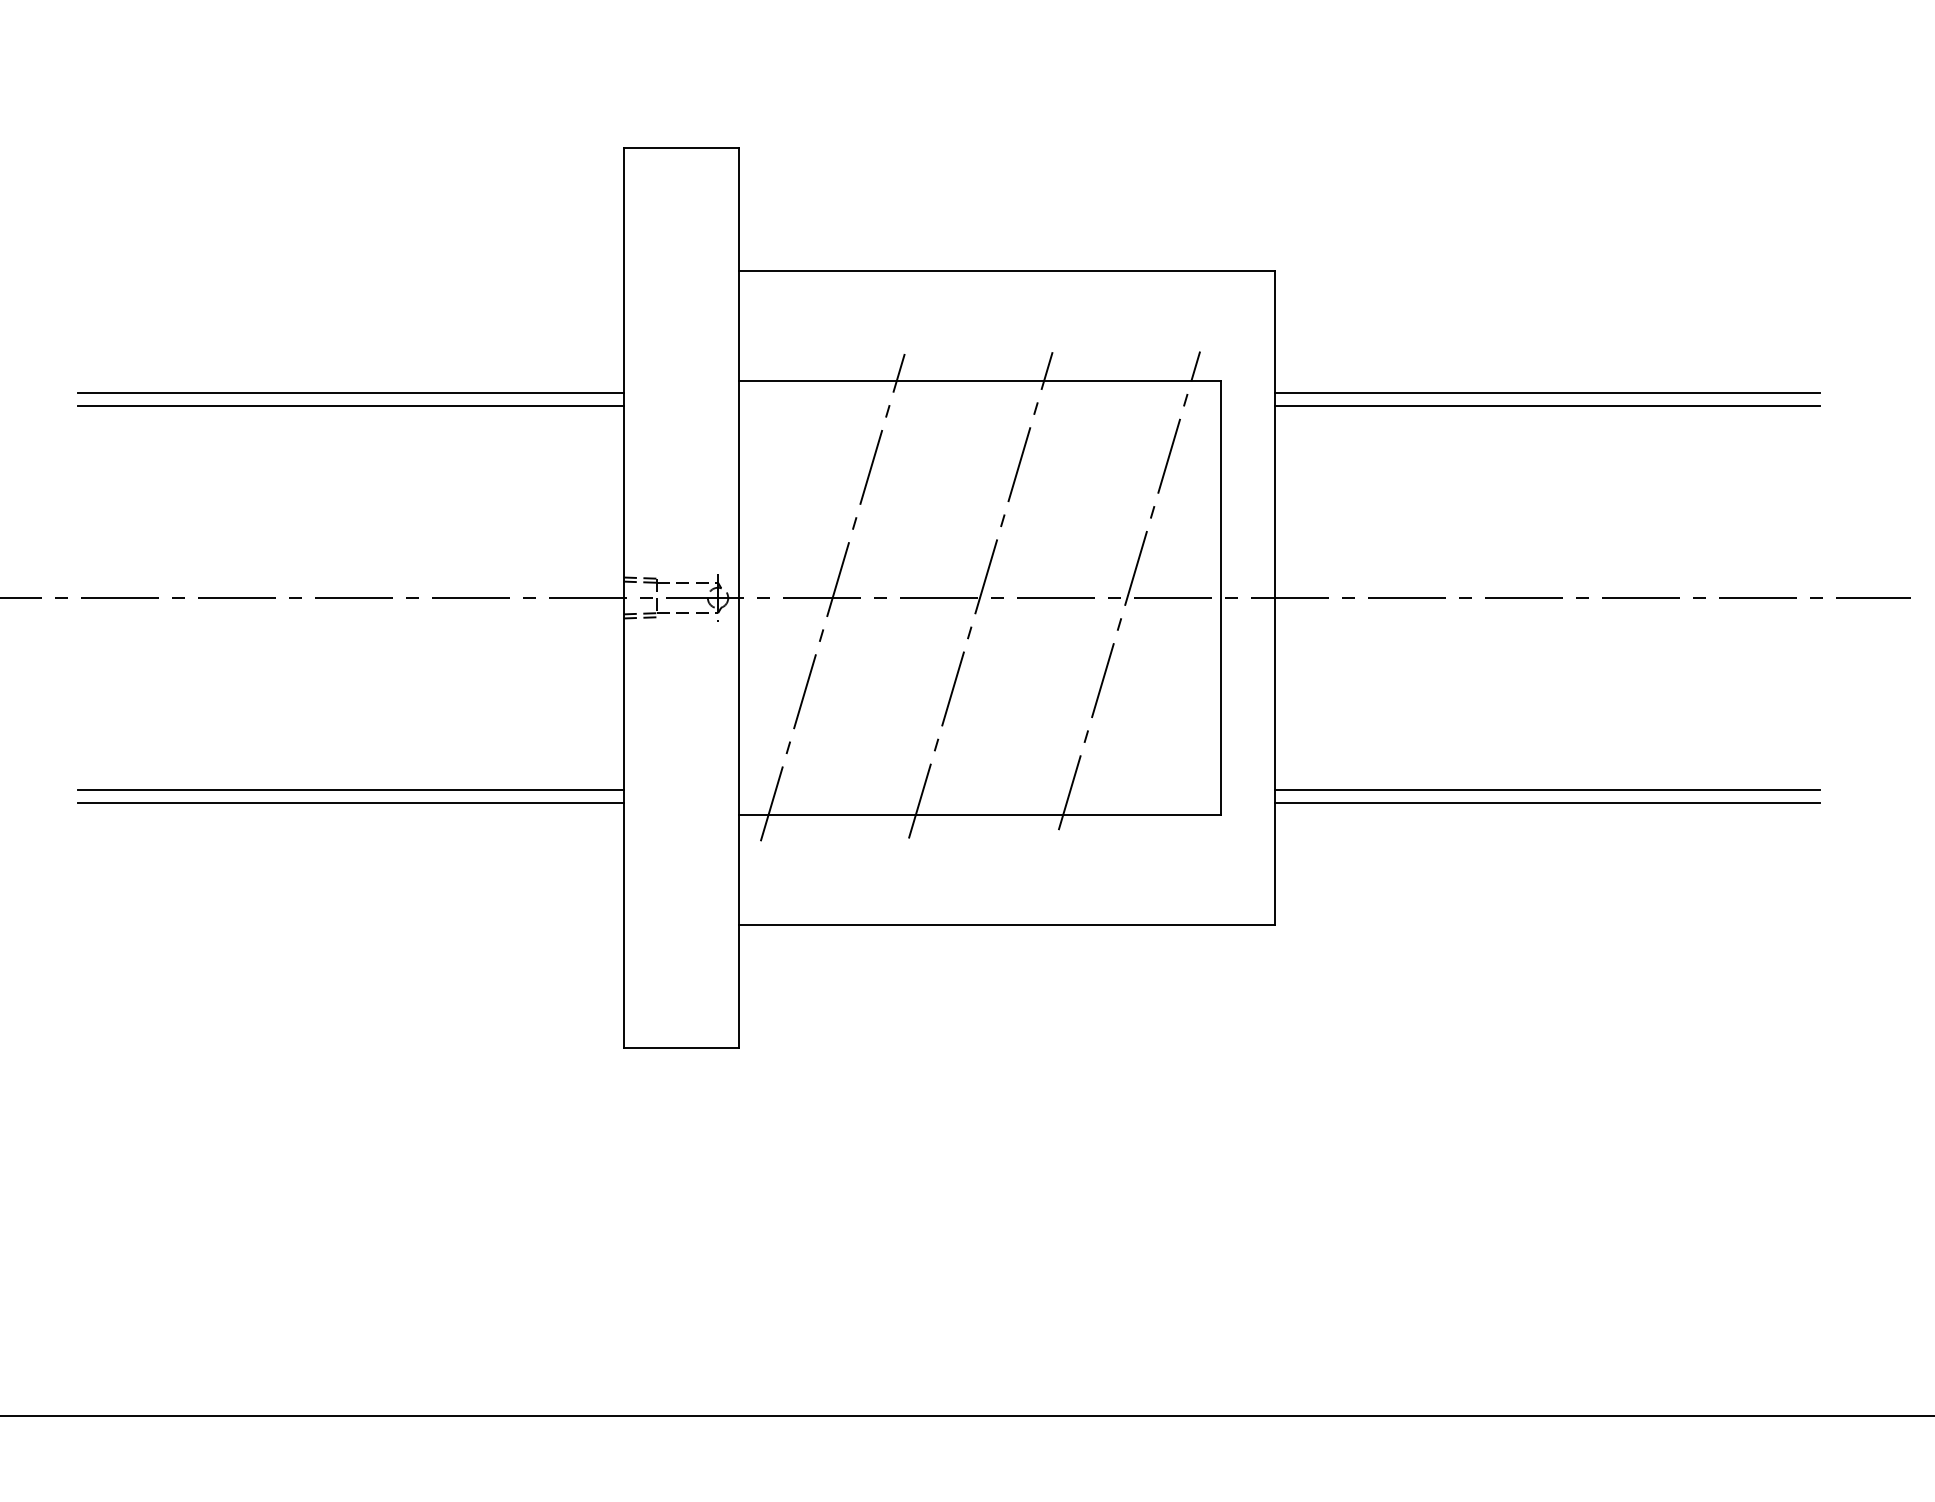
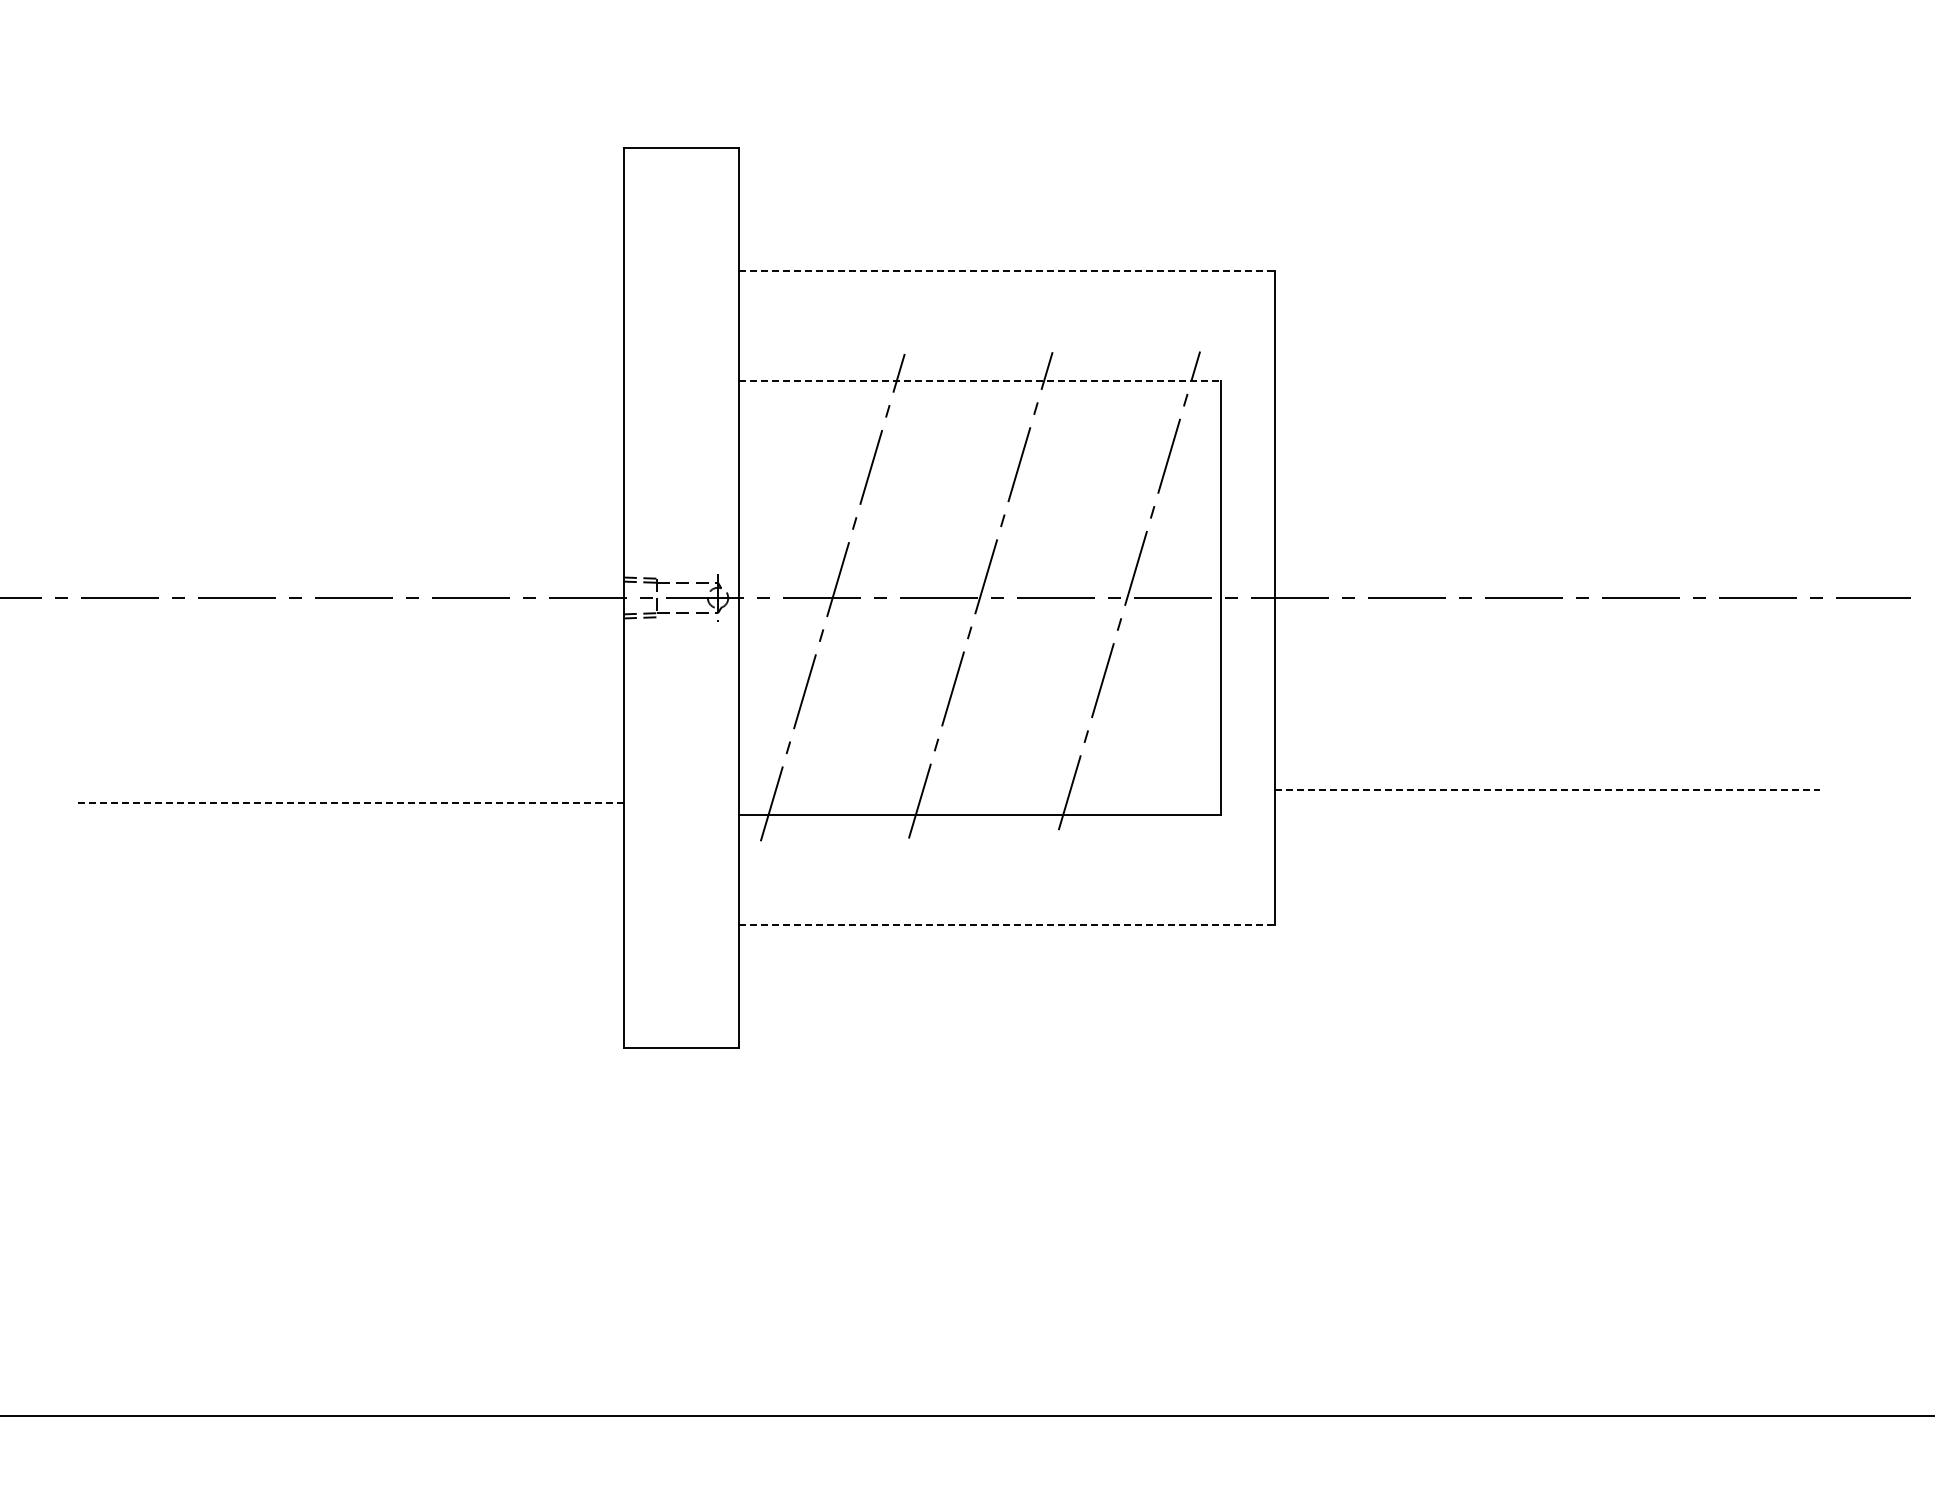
line at (1007, 270): solid -> dashed
line at (980, 381): solid -> dashed
line at (350, 393): present -> none
line at (1547, 393): present -> none
line at (350, 405): present -> none
line at (1547, 405): present -> none
line at (350, 790): present -> none
line at (1547, 790): solid -> dashed
line at (351, 802): solid -> dashed
line at (1547, 802): present -> none
line at (1007, 925): solid -> dashed
